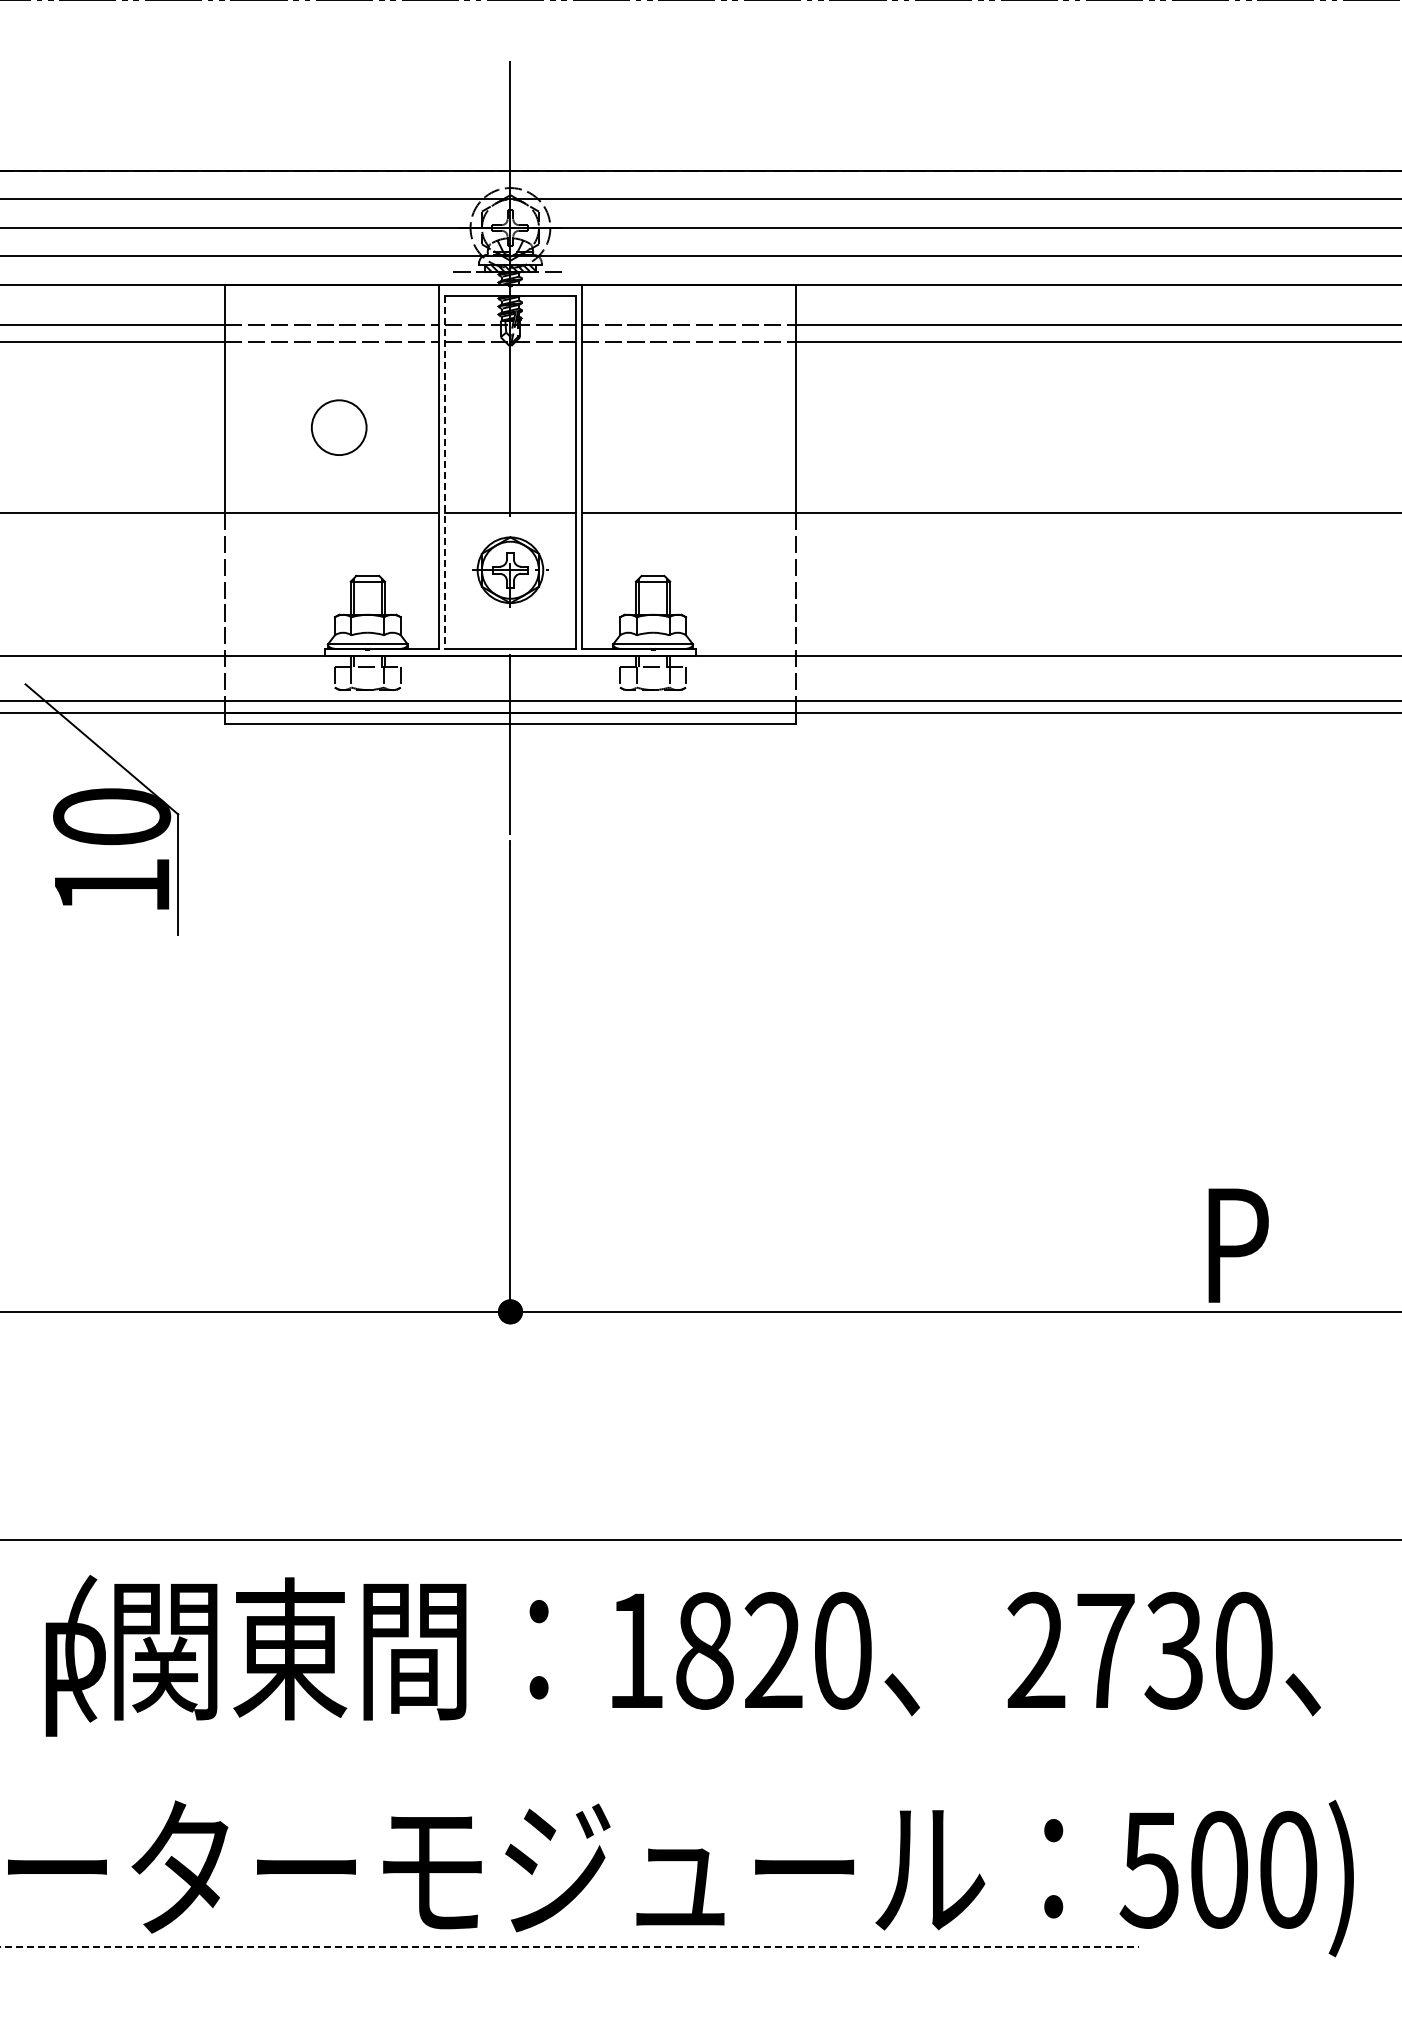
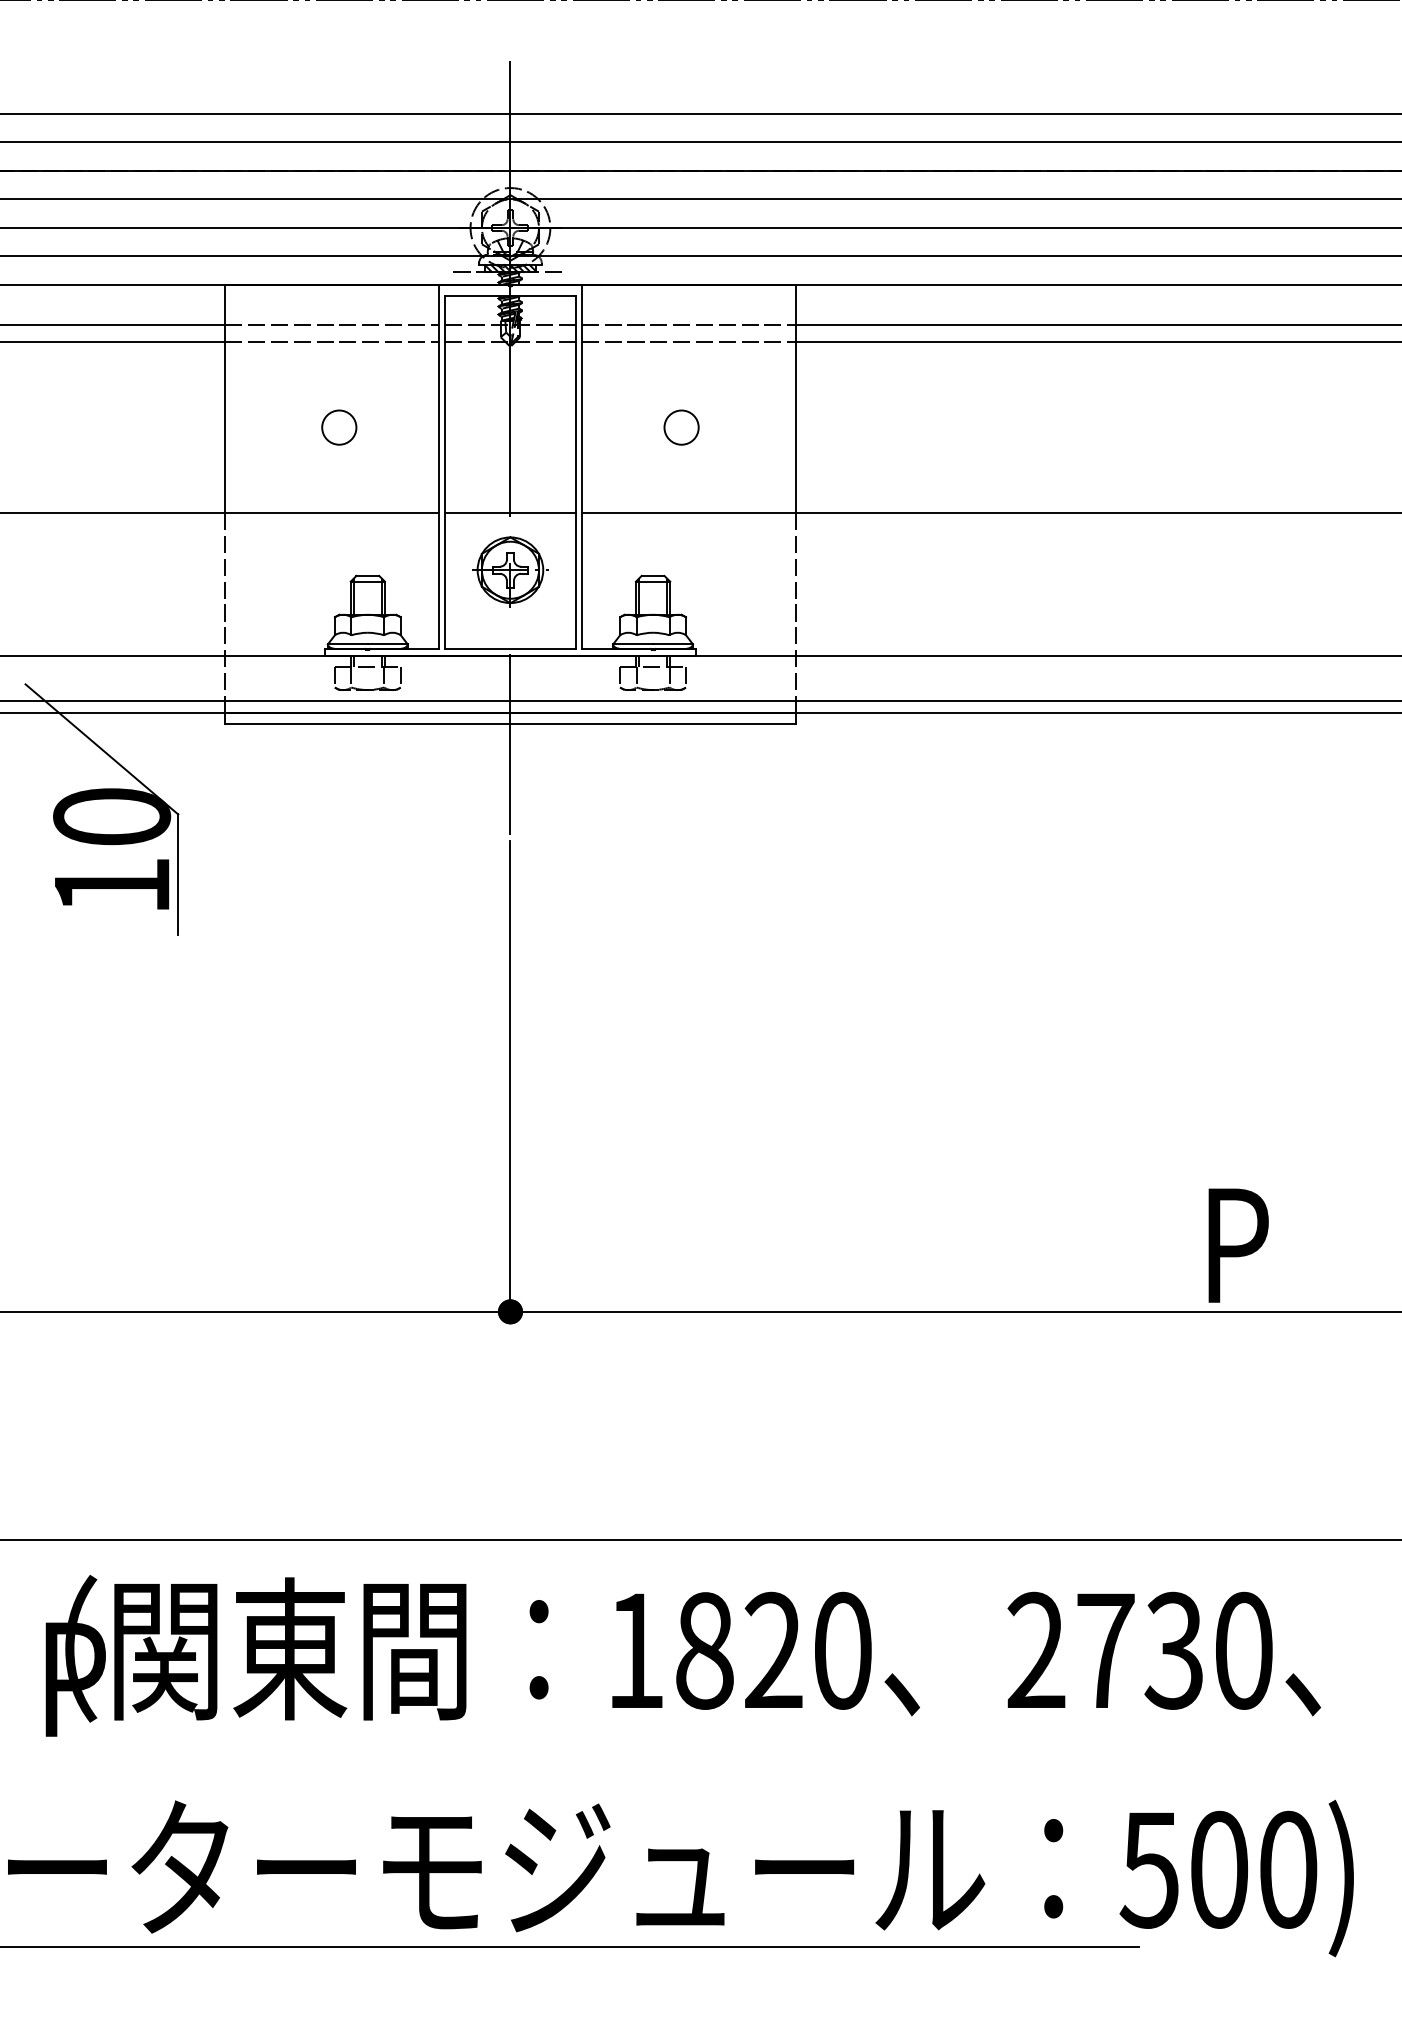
line at (700, 113): none -> present
line at (700, 142): none -> present
circle at (339, 427) size: 57x57 px -> 37x37 px
circle at (681, 427): none -> present
line at (444, 473): dashed -> solid
line at (570, 1947): dashed -> solid
